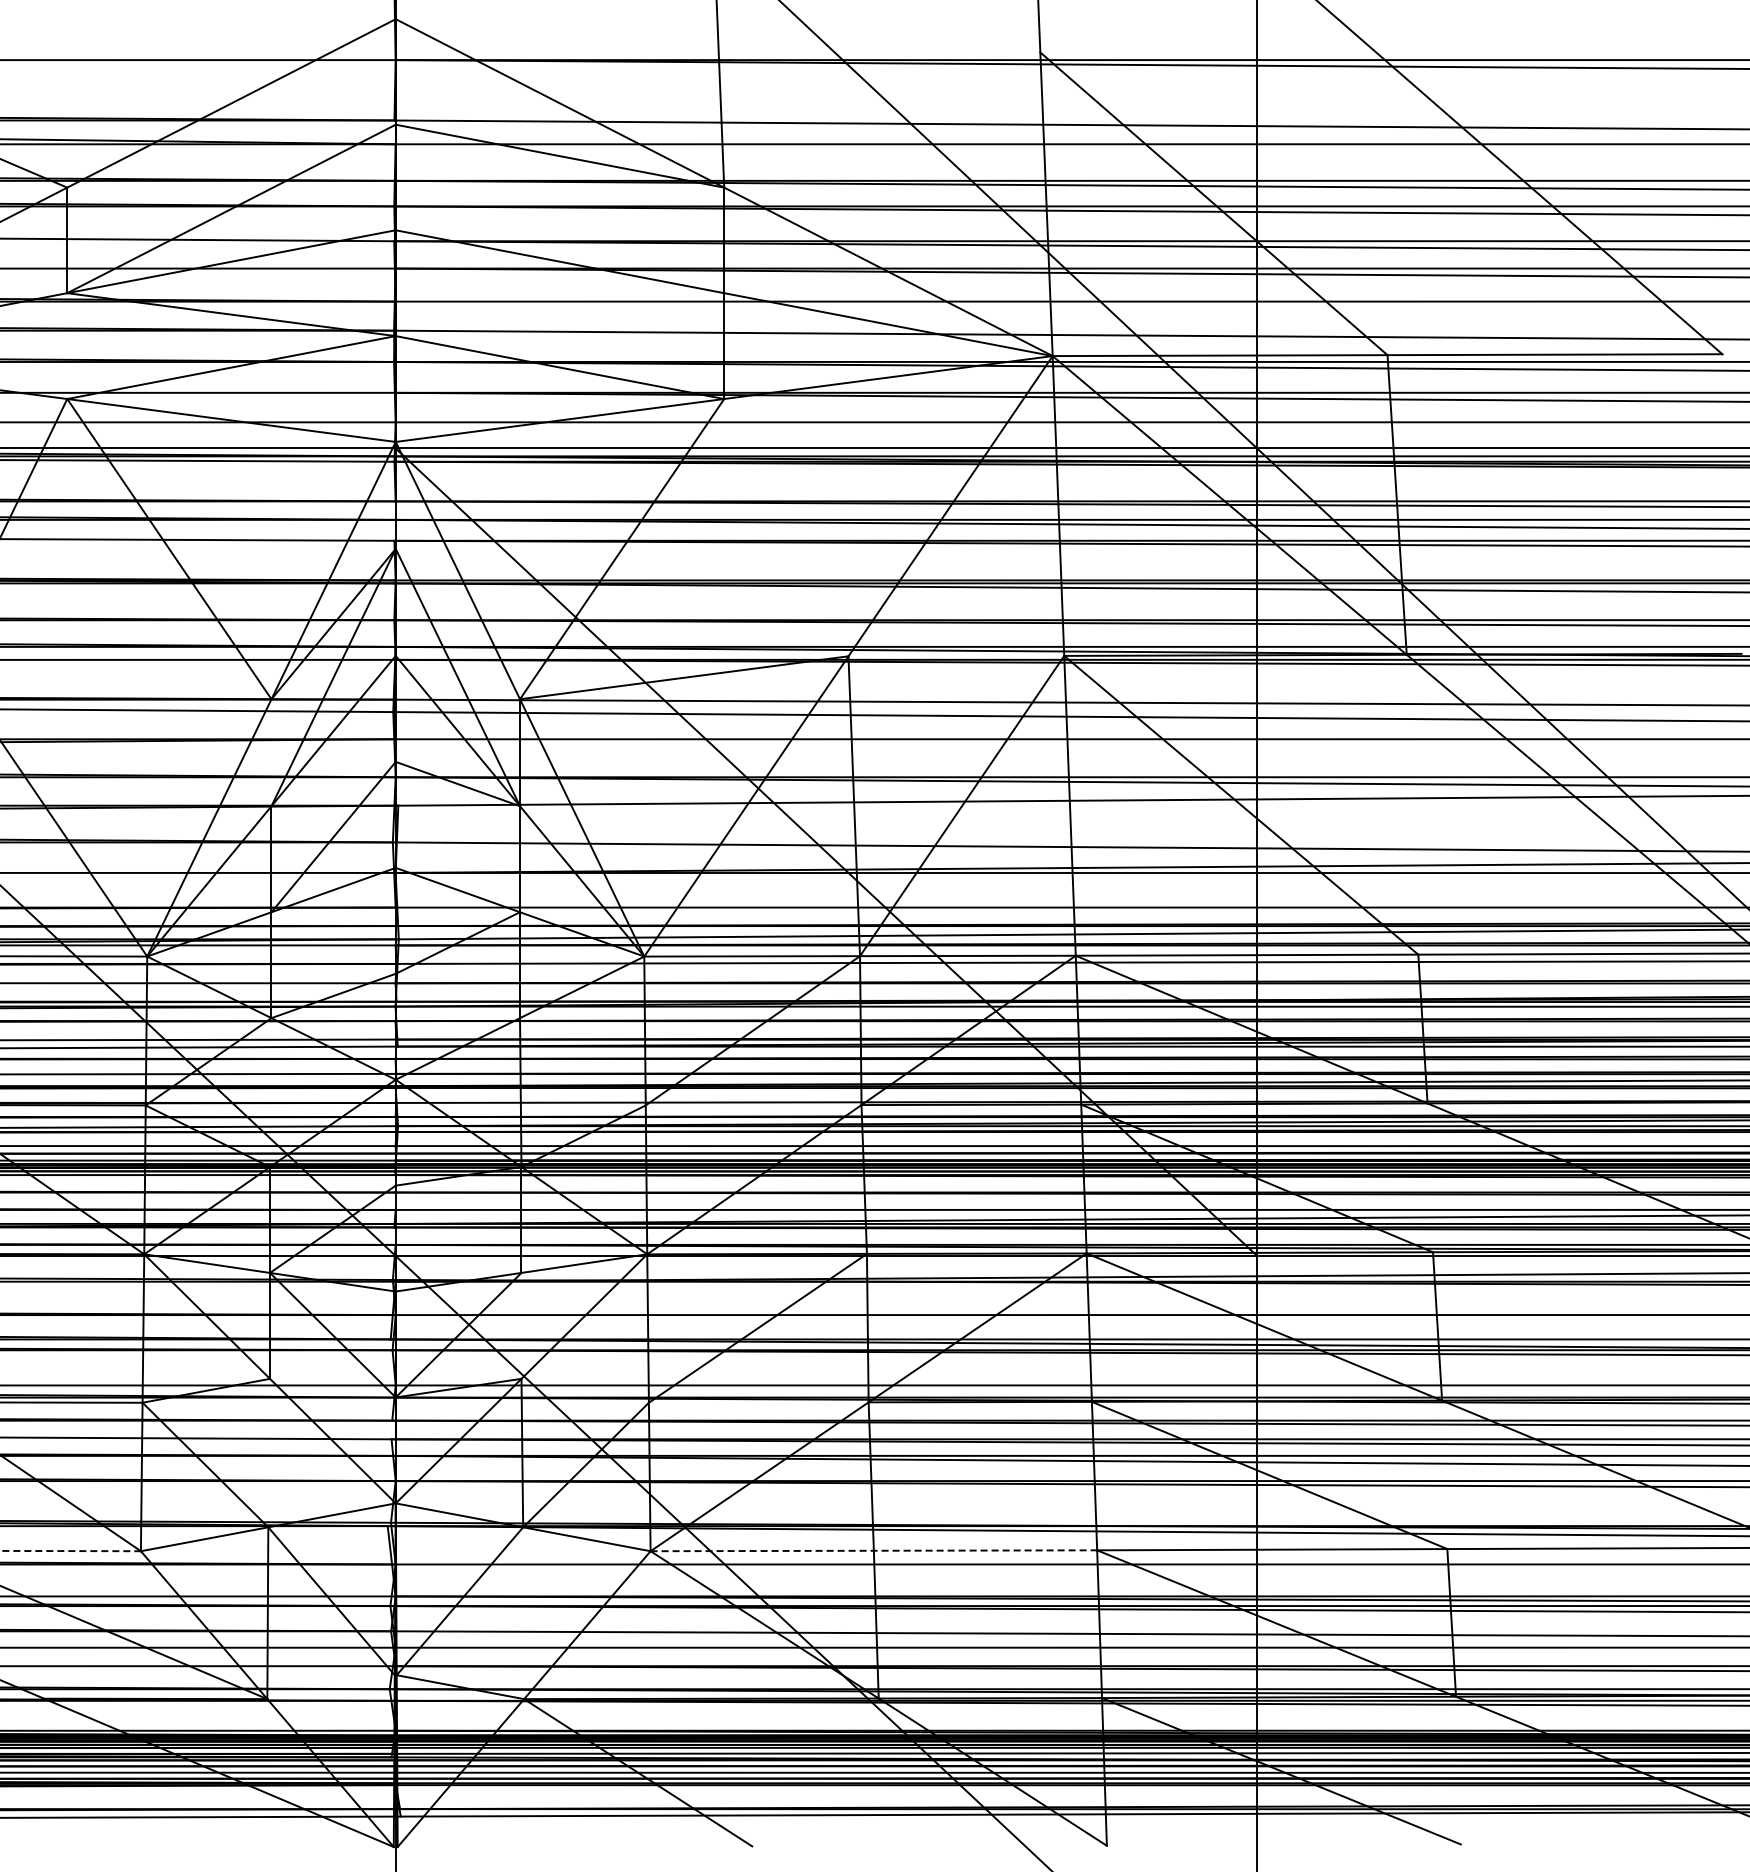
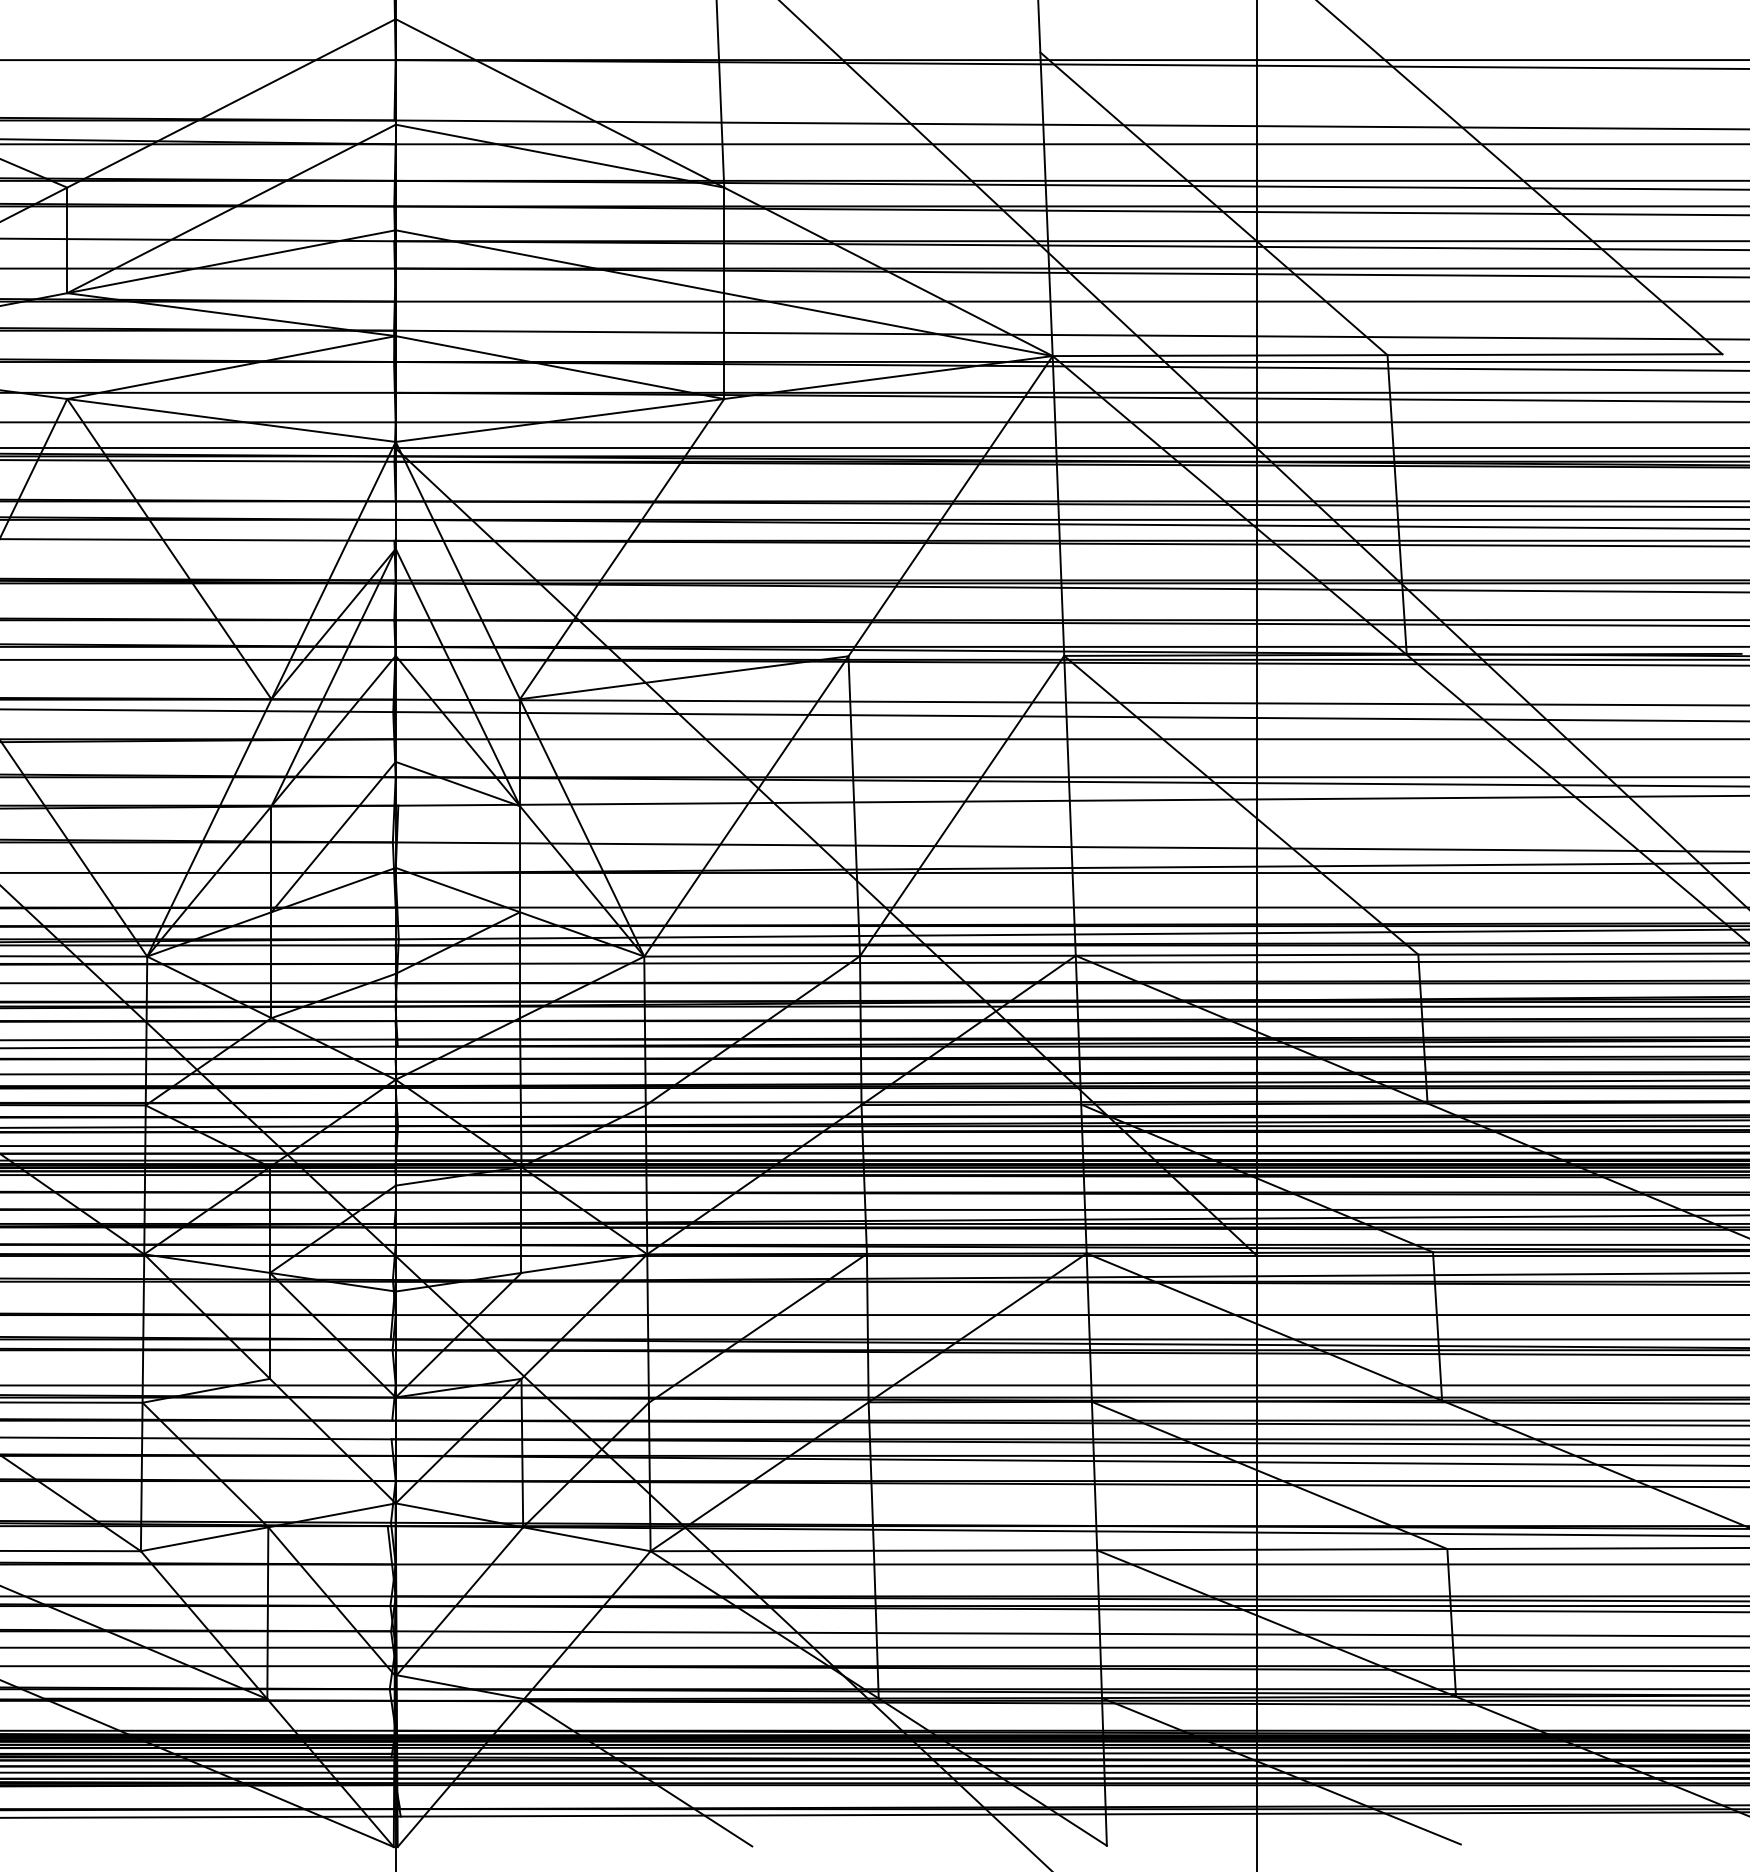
line at (874, 1550): dashed -> solid
line at (70, 1551): dashed -> solid
